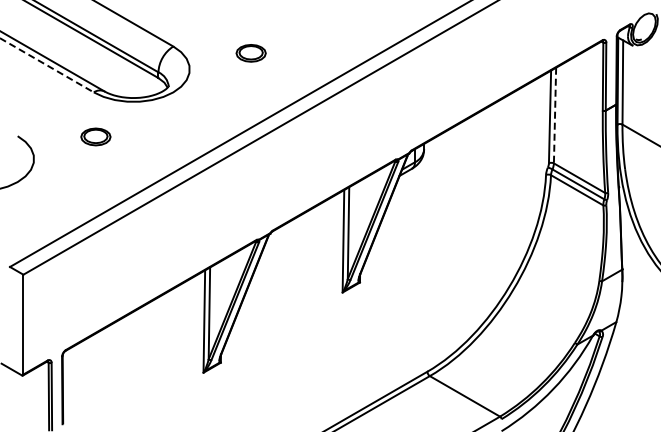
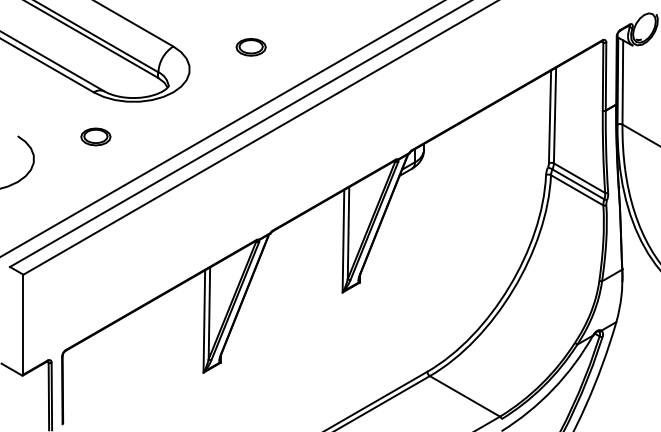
part at (250, 53) position: (250, 53) -> (250, 47)
line at (47, 65): dashed -> solid
line at (555, 115): dashed -> solid
line at (221, 128): none -> present
